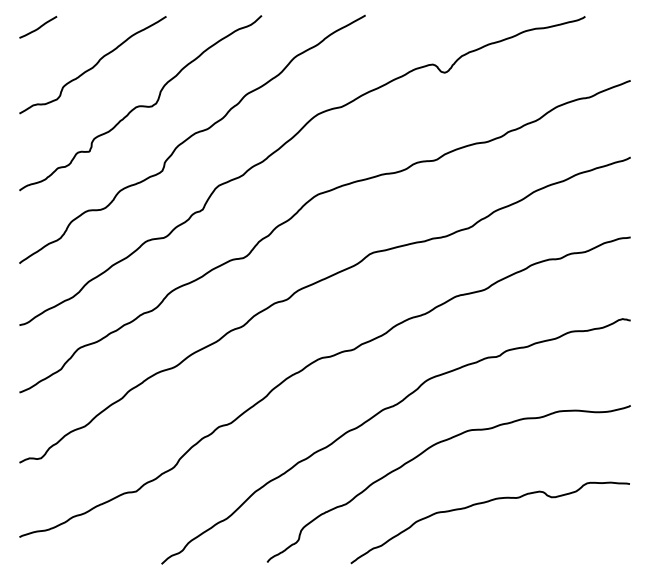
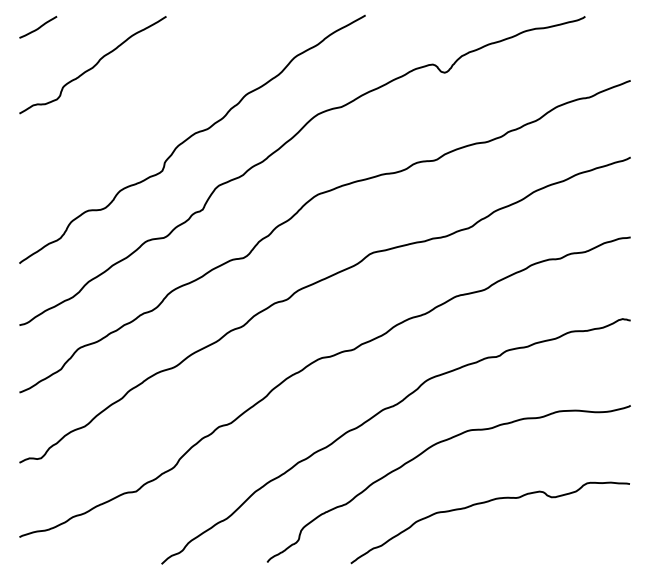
curve at (140, 105): present -> none
